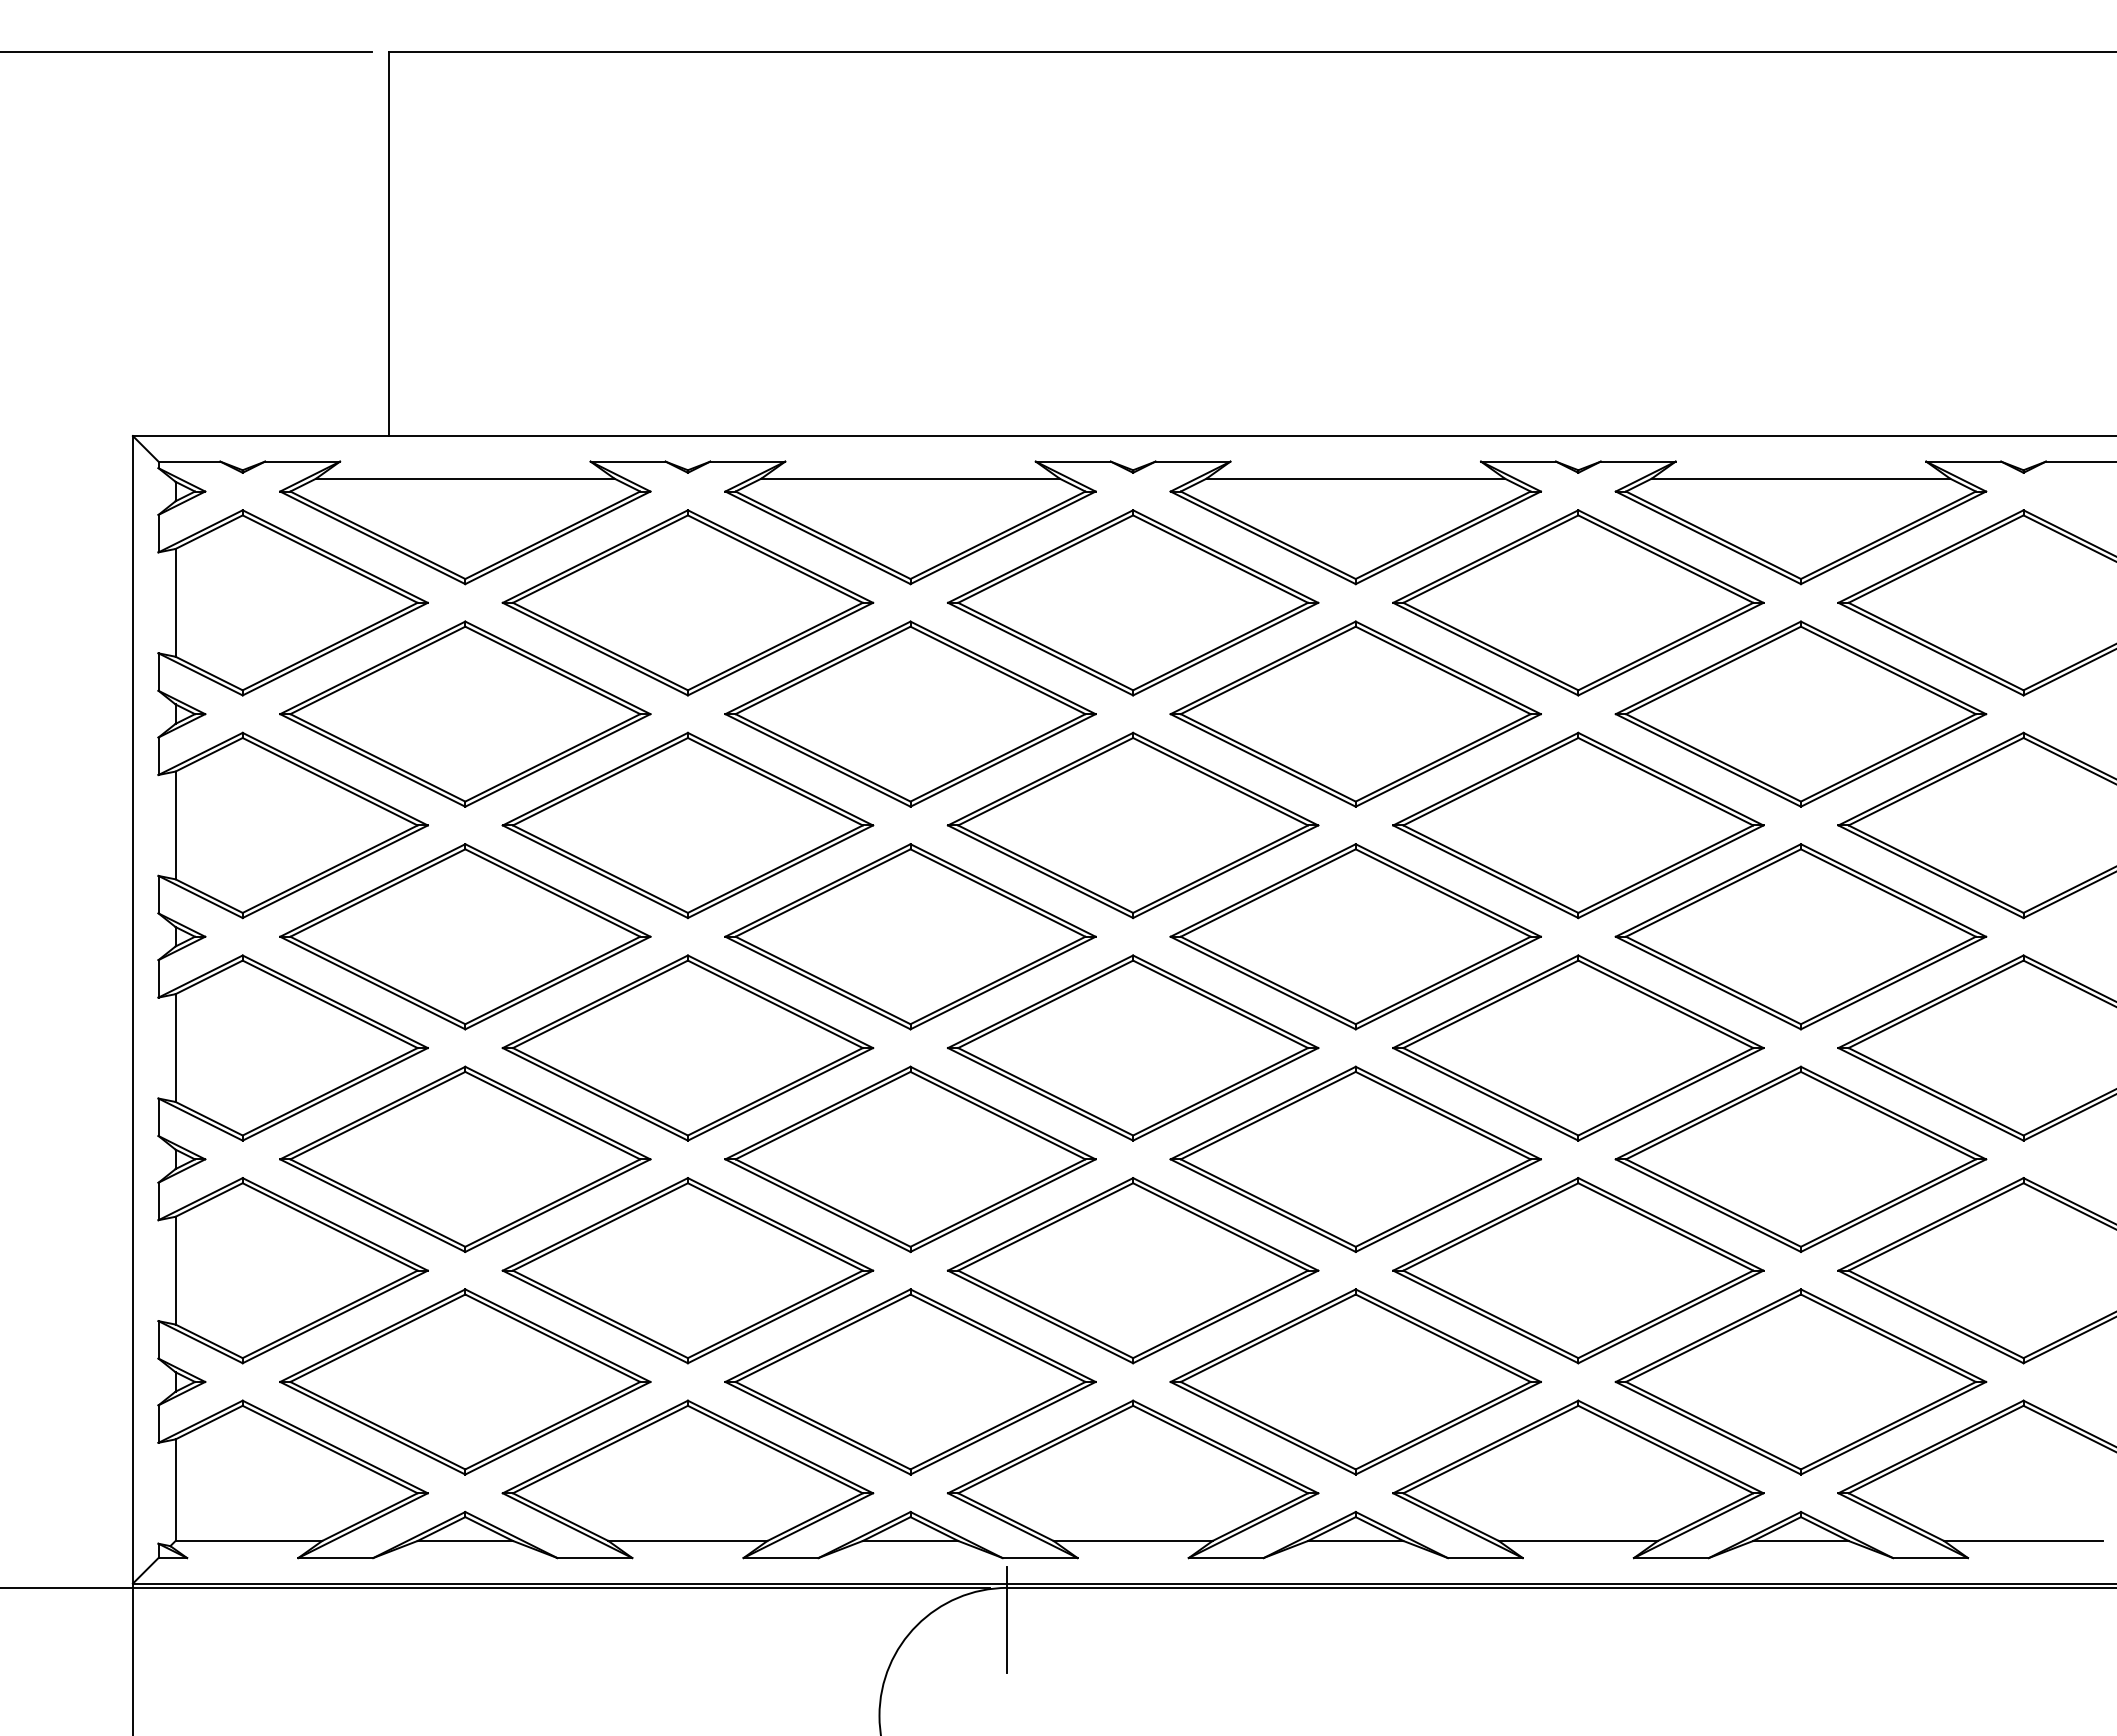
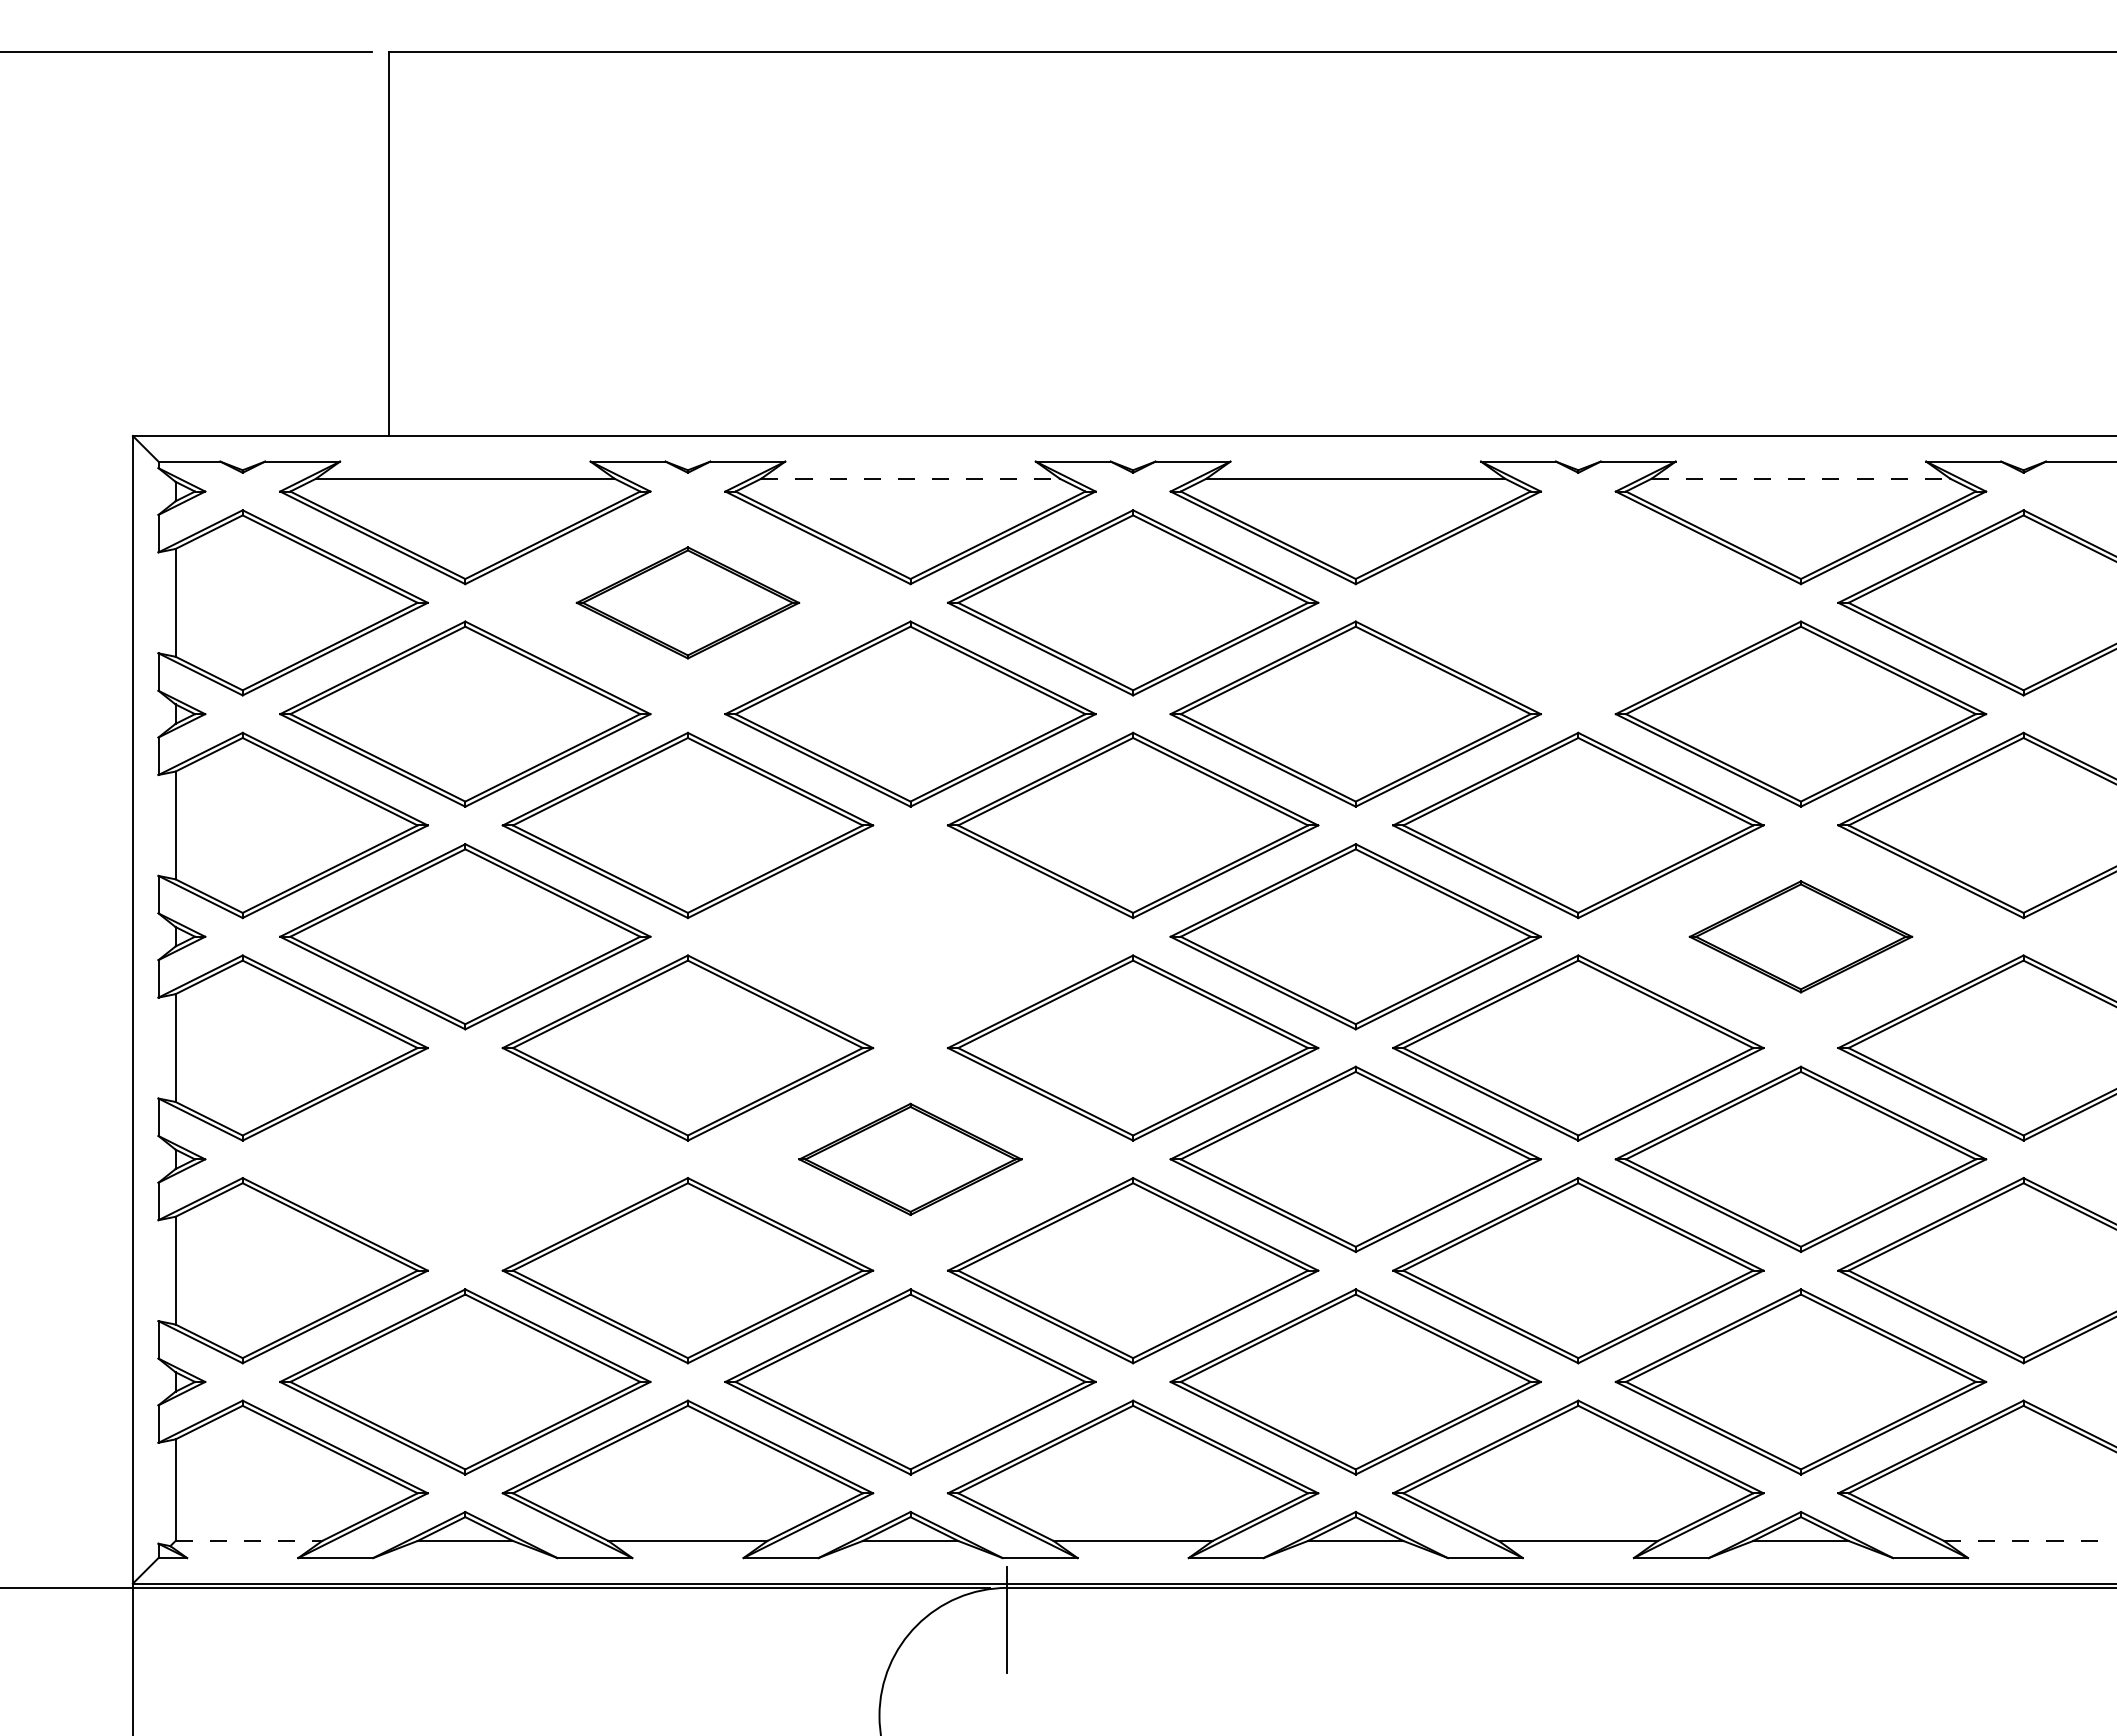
line at (911, 478): solid -> dashed
line at (1801, 478): solid -> dashed
part at (687, 602) size: 374x188 px -> 226x114 px
part at (1578, 602): present -> none
part at (910, 936): present -> none
part at (1800, 936) size: 374x188 px -> 226x114 px
part at (465, 1158): present -> none
part at (910, 1159) size: 373x189 px -> 225x115 px
line at (249, 1540): solid -> dashed
line at (2023, 1540): solid -> dashed
